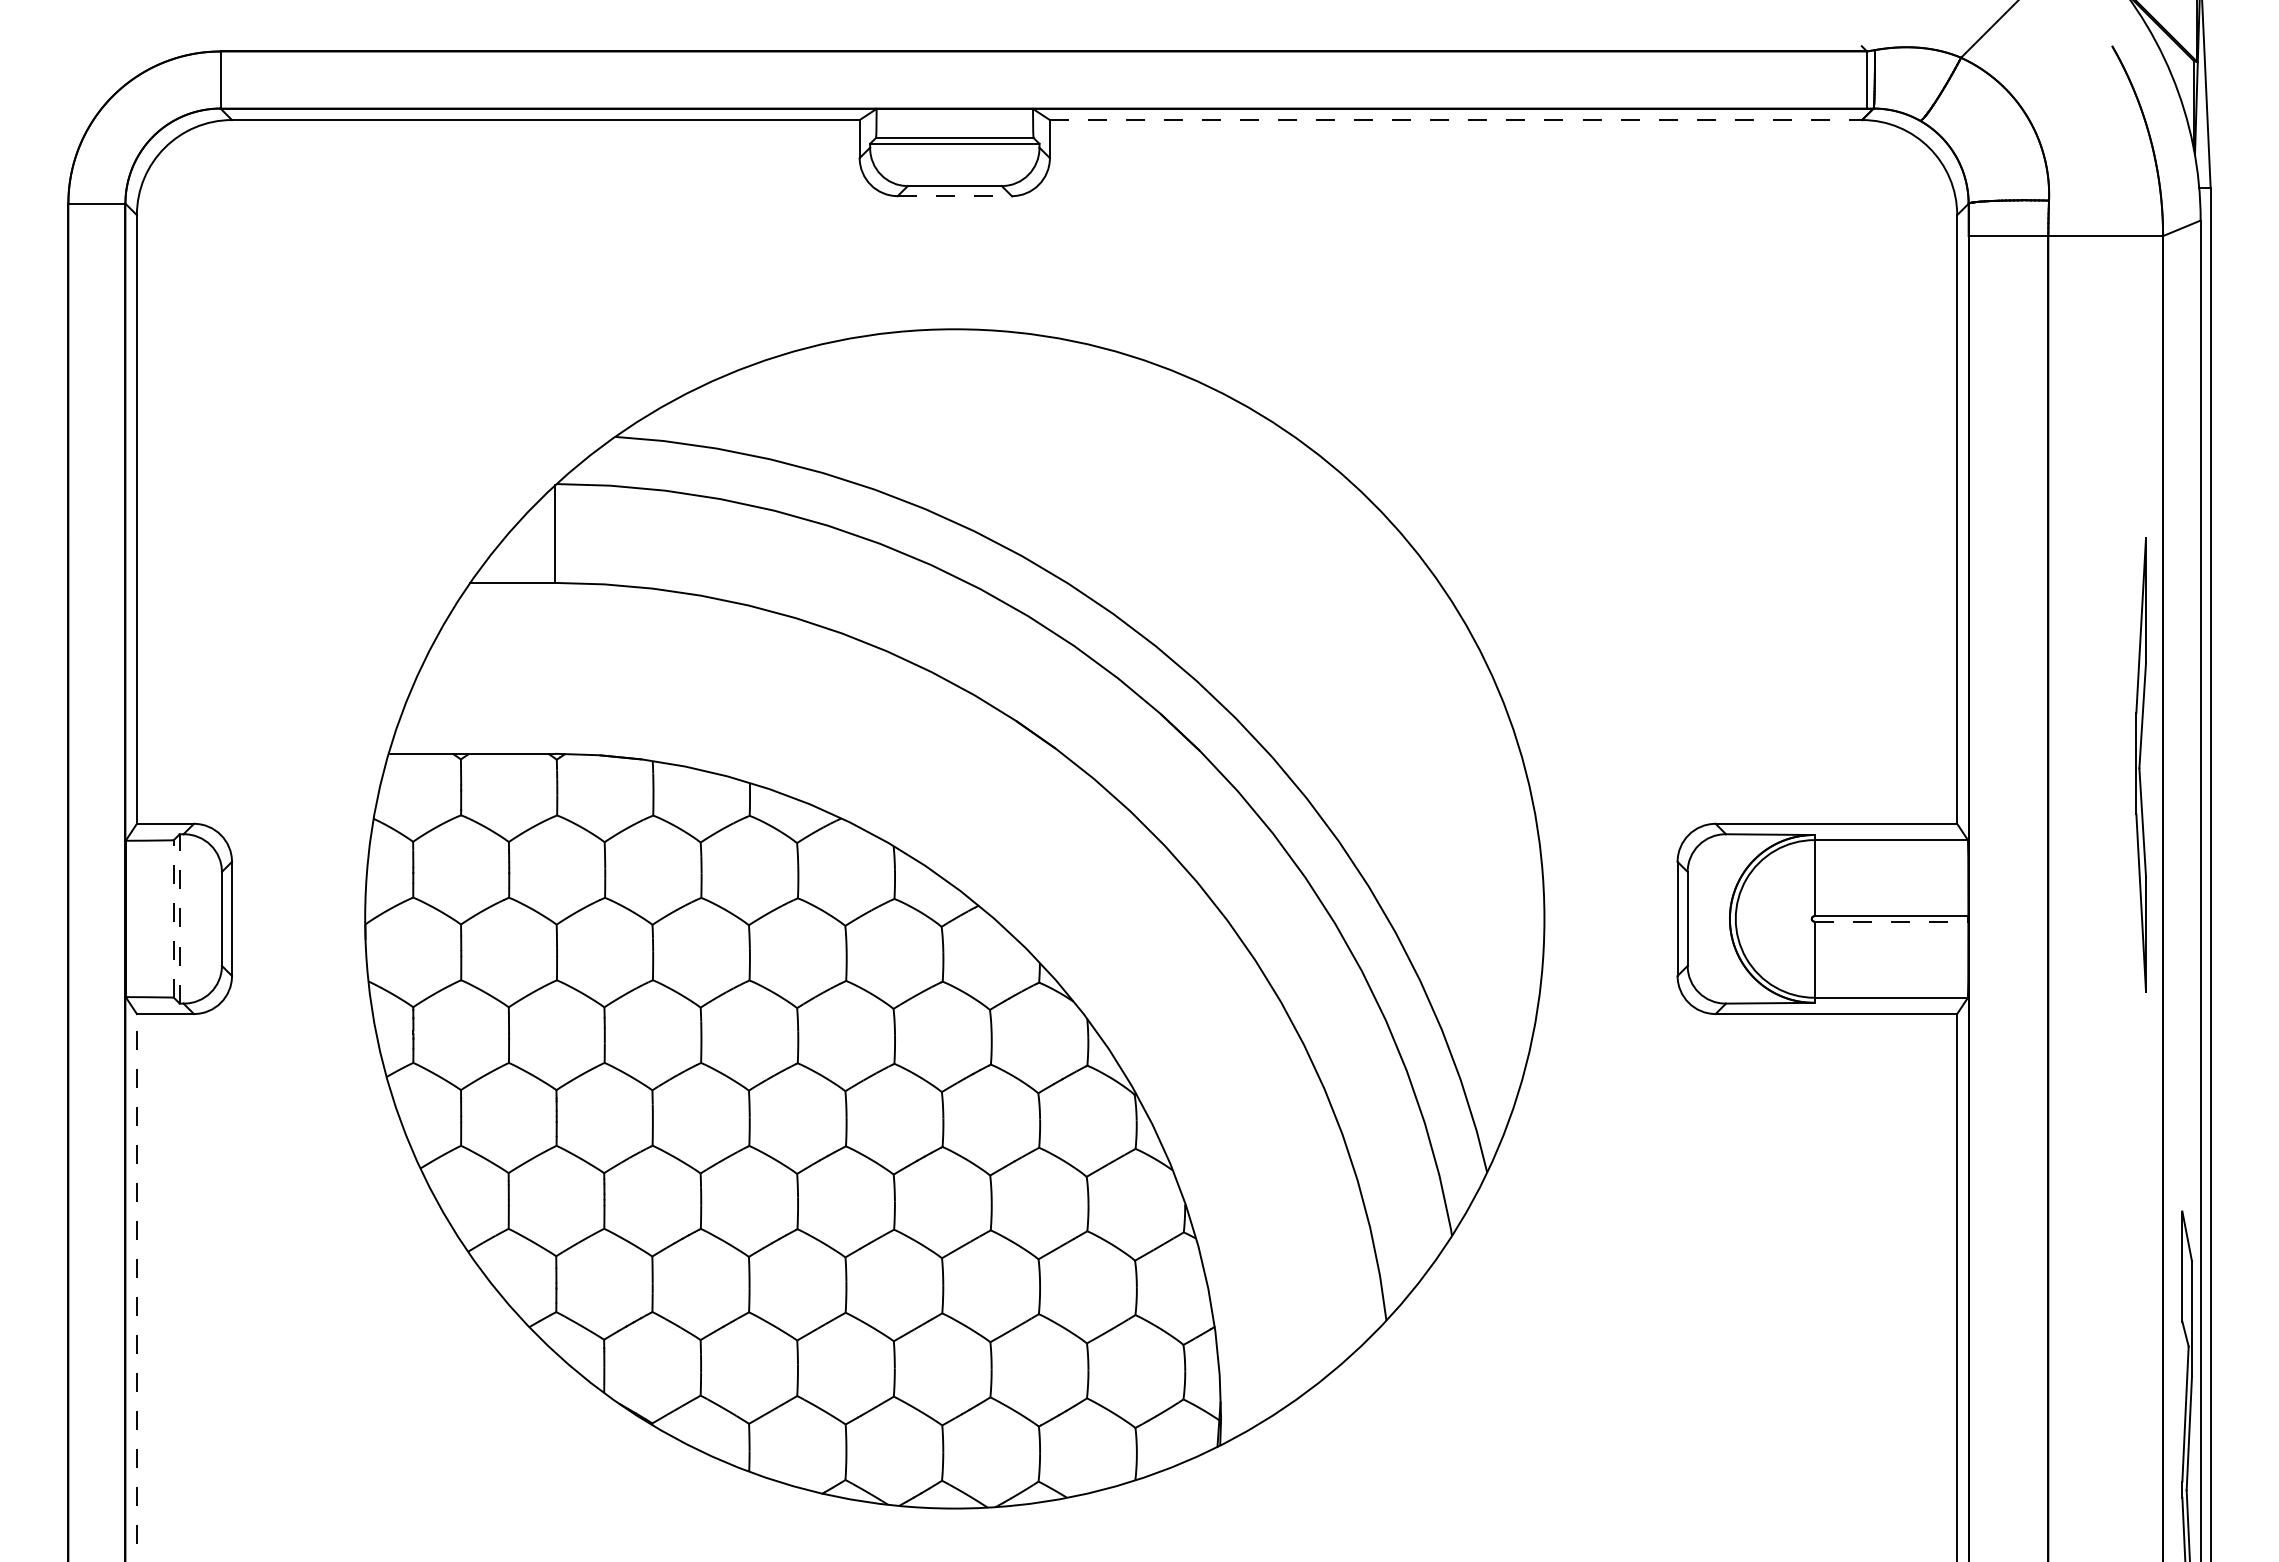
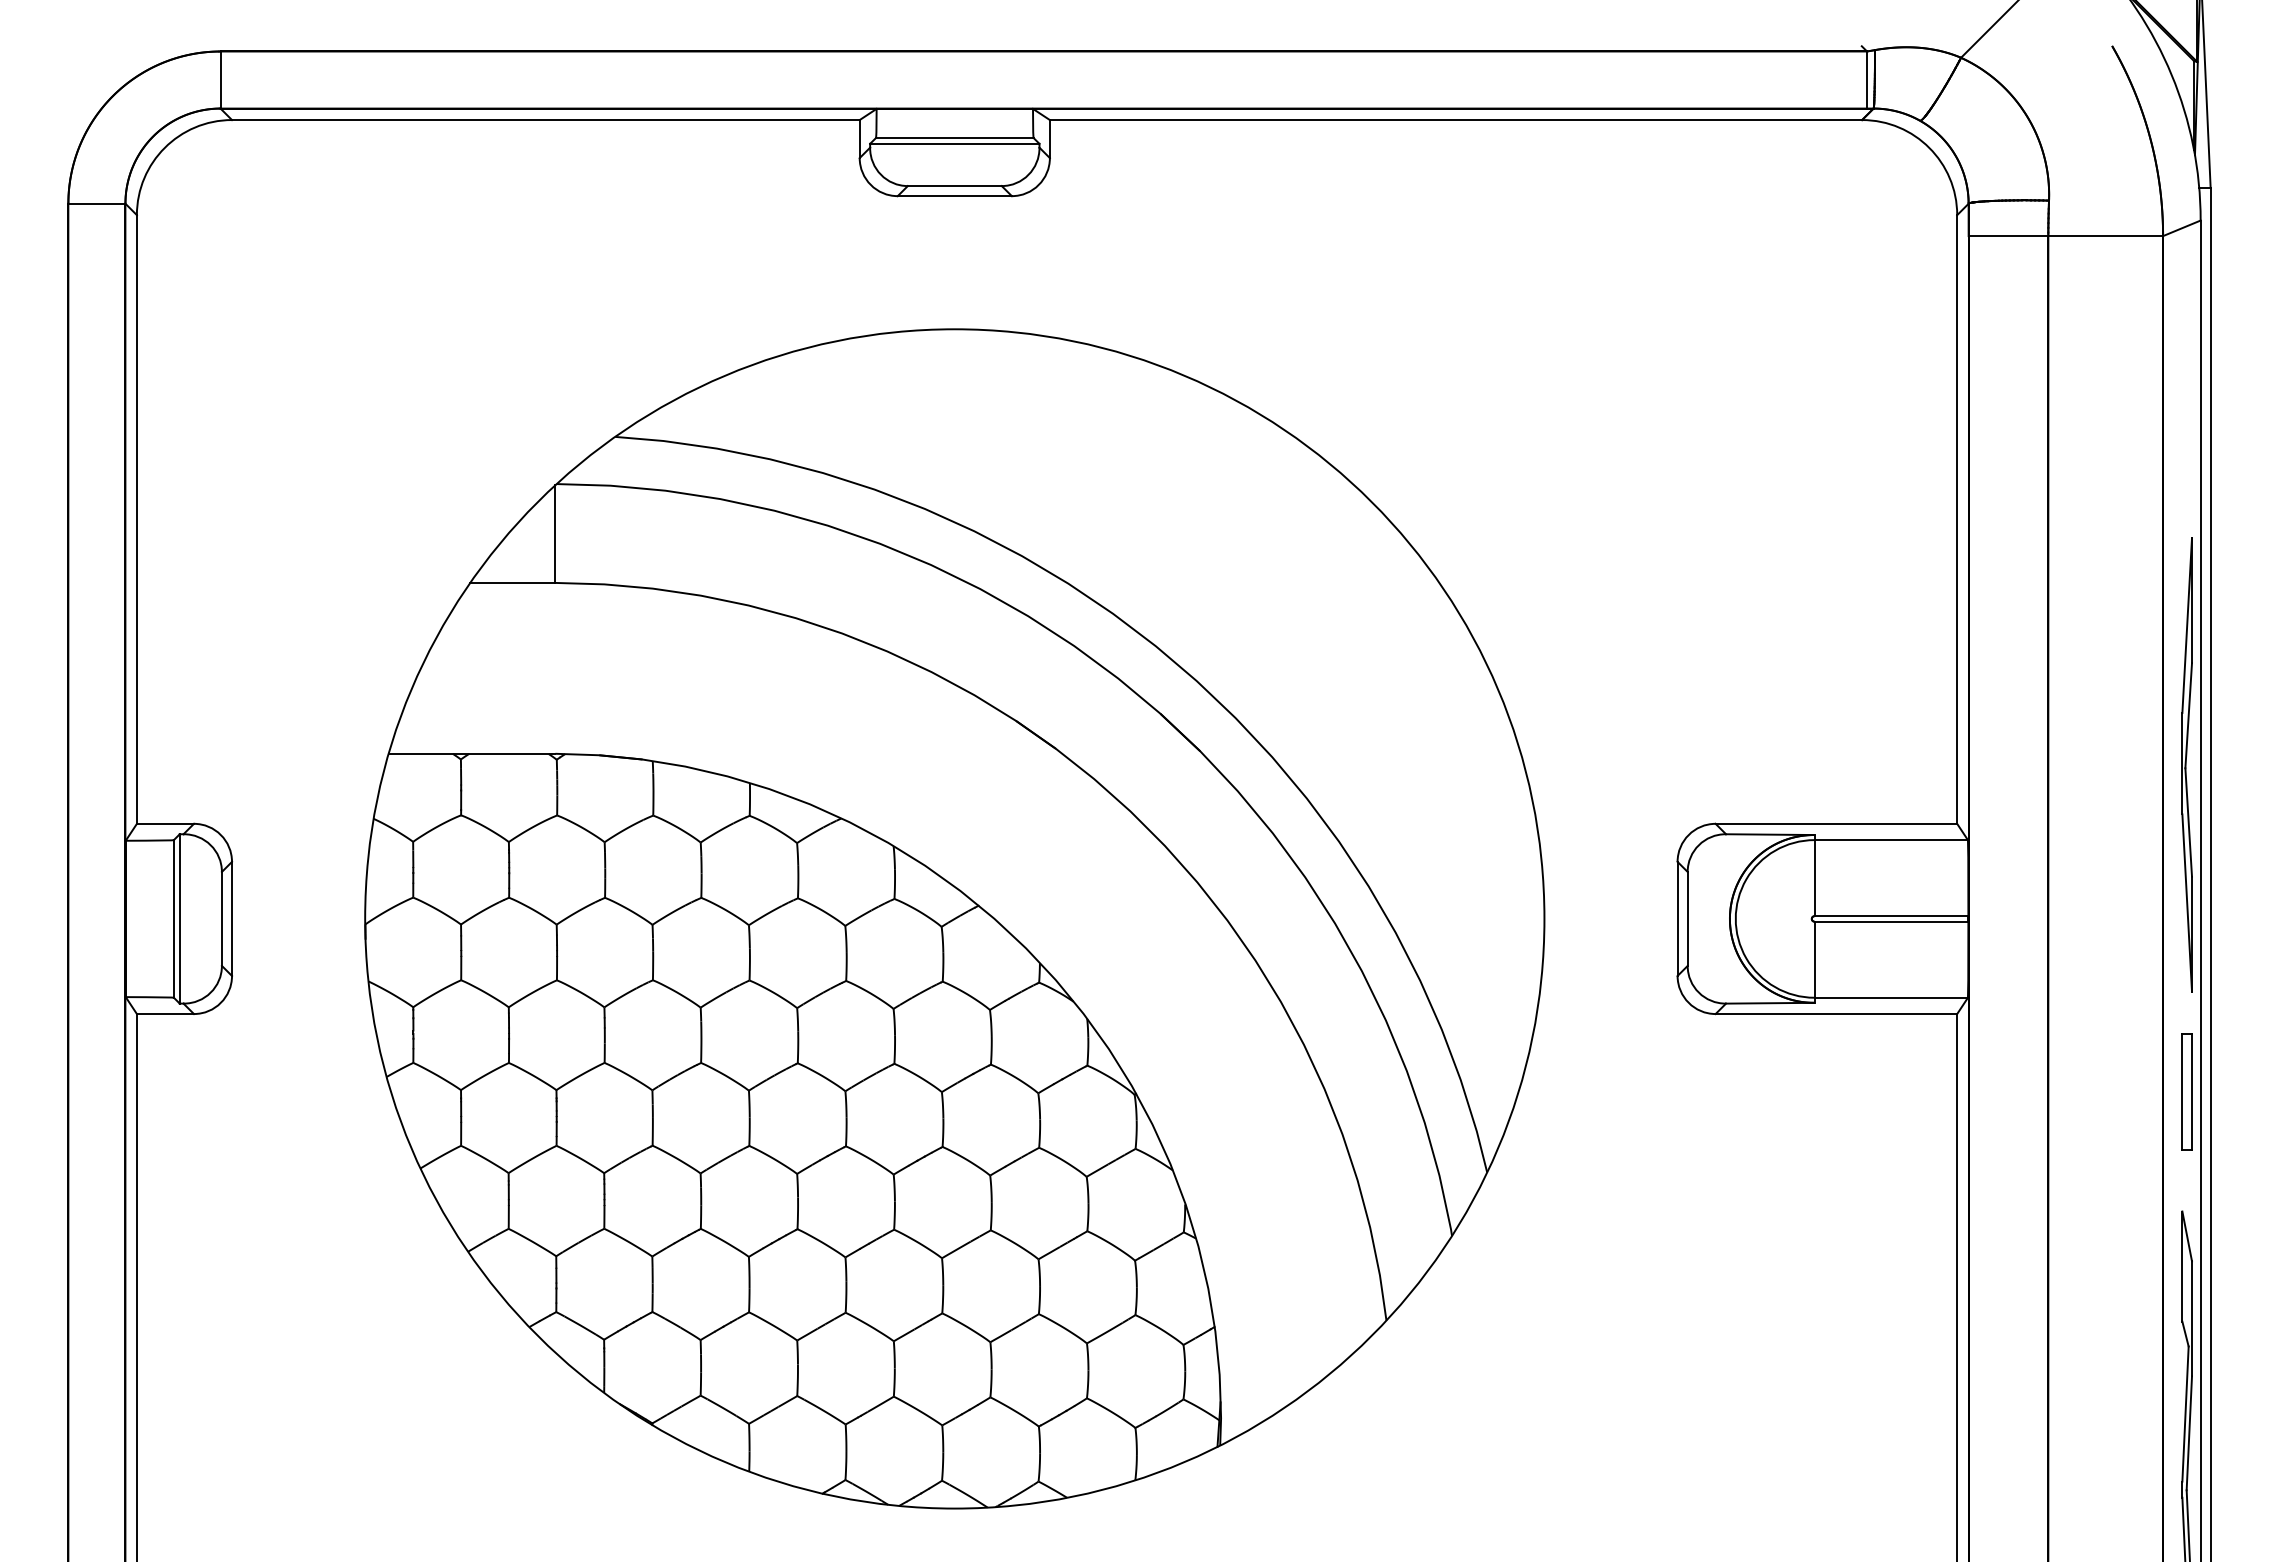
line at (1456, 120): dashed -> solid
line at (955, 196): dashed -> solid
part at (2140, 764) position: (2140, 764) -> (2186, 764)
line at (173, 918): dashed -> solid
line at (179, 918): dashed -> solid
line at (1891, 921): dashed -> solid
part at (2186, 1091): none -> present
line at (136, 1287): dashed -> solid
